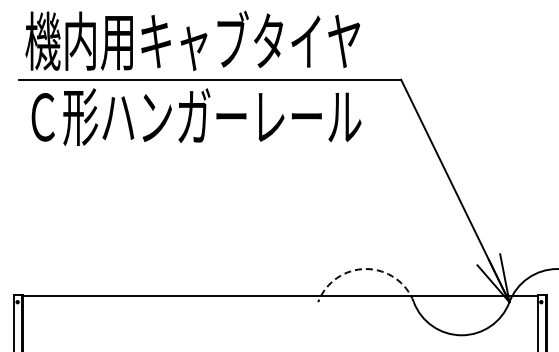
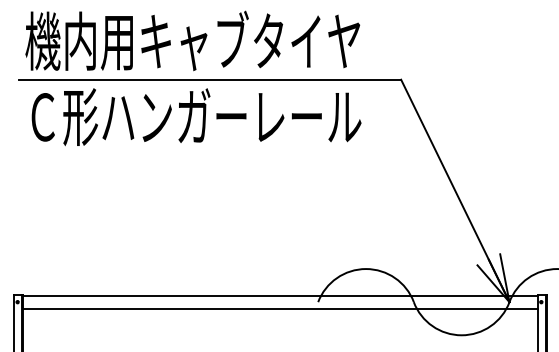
arc at (366, 269): dashed -> solid
line at (279, 308): none -> present
